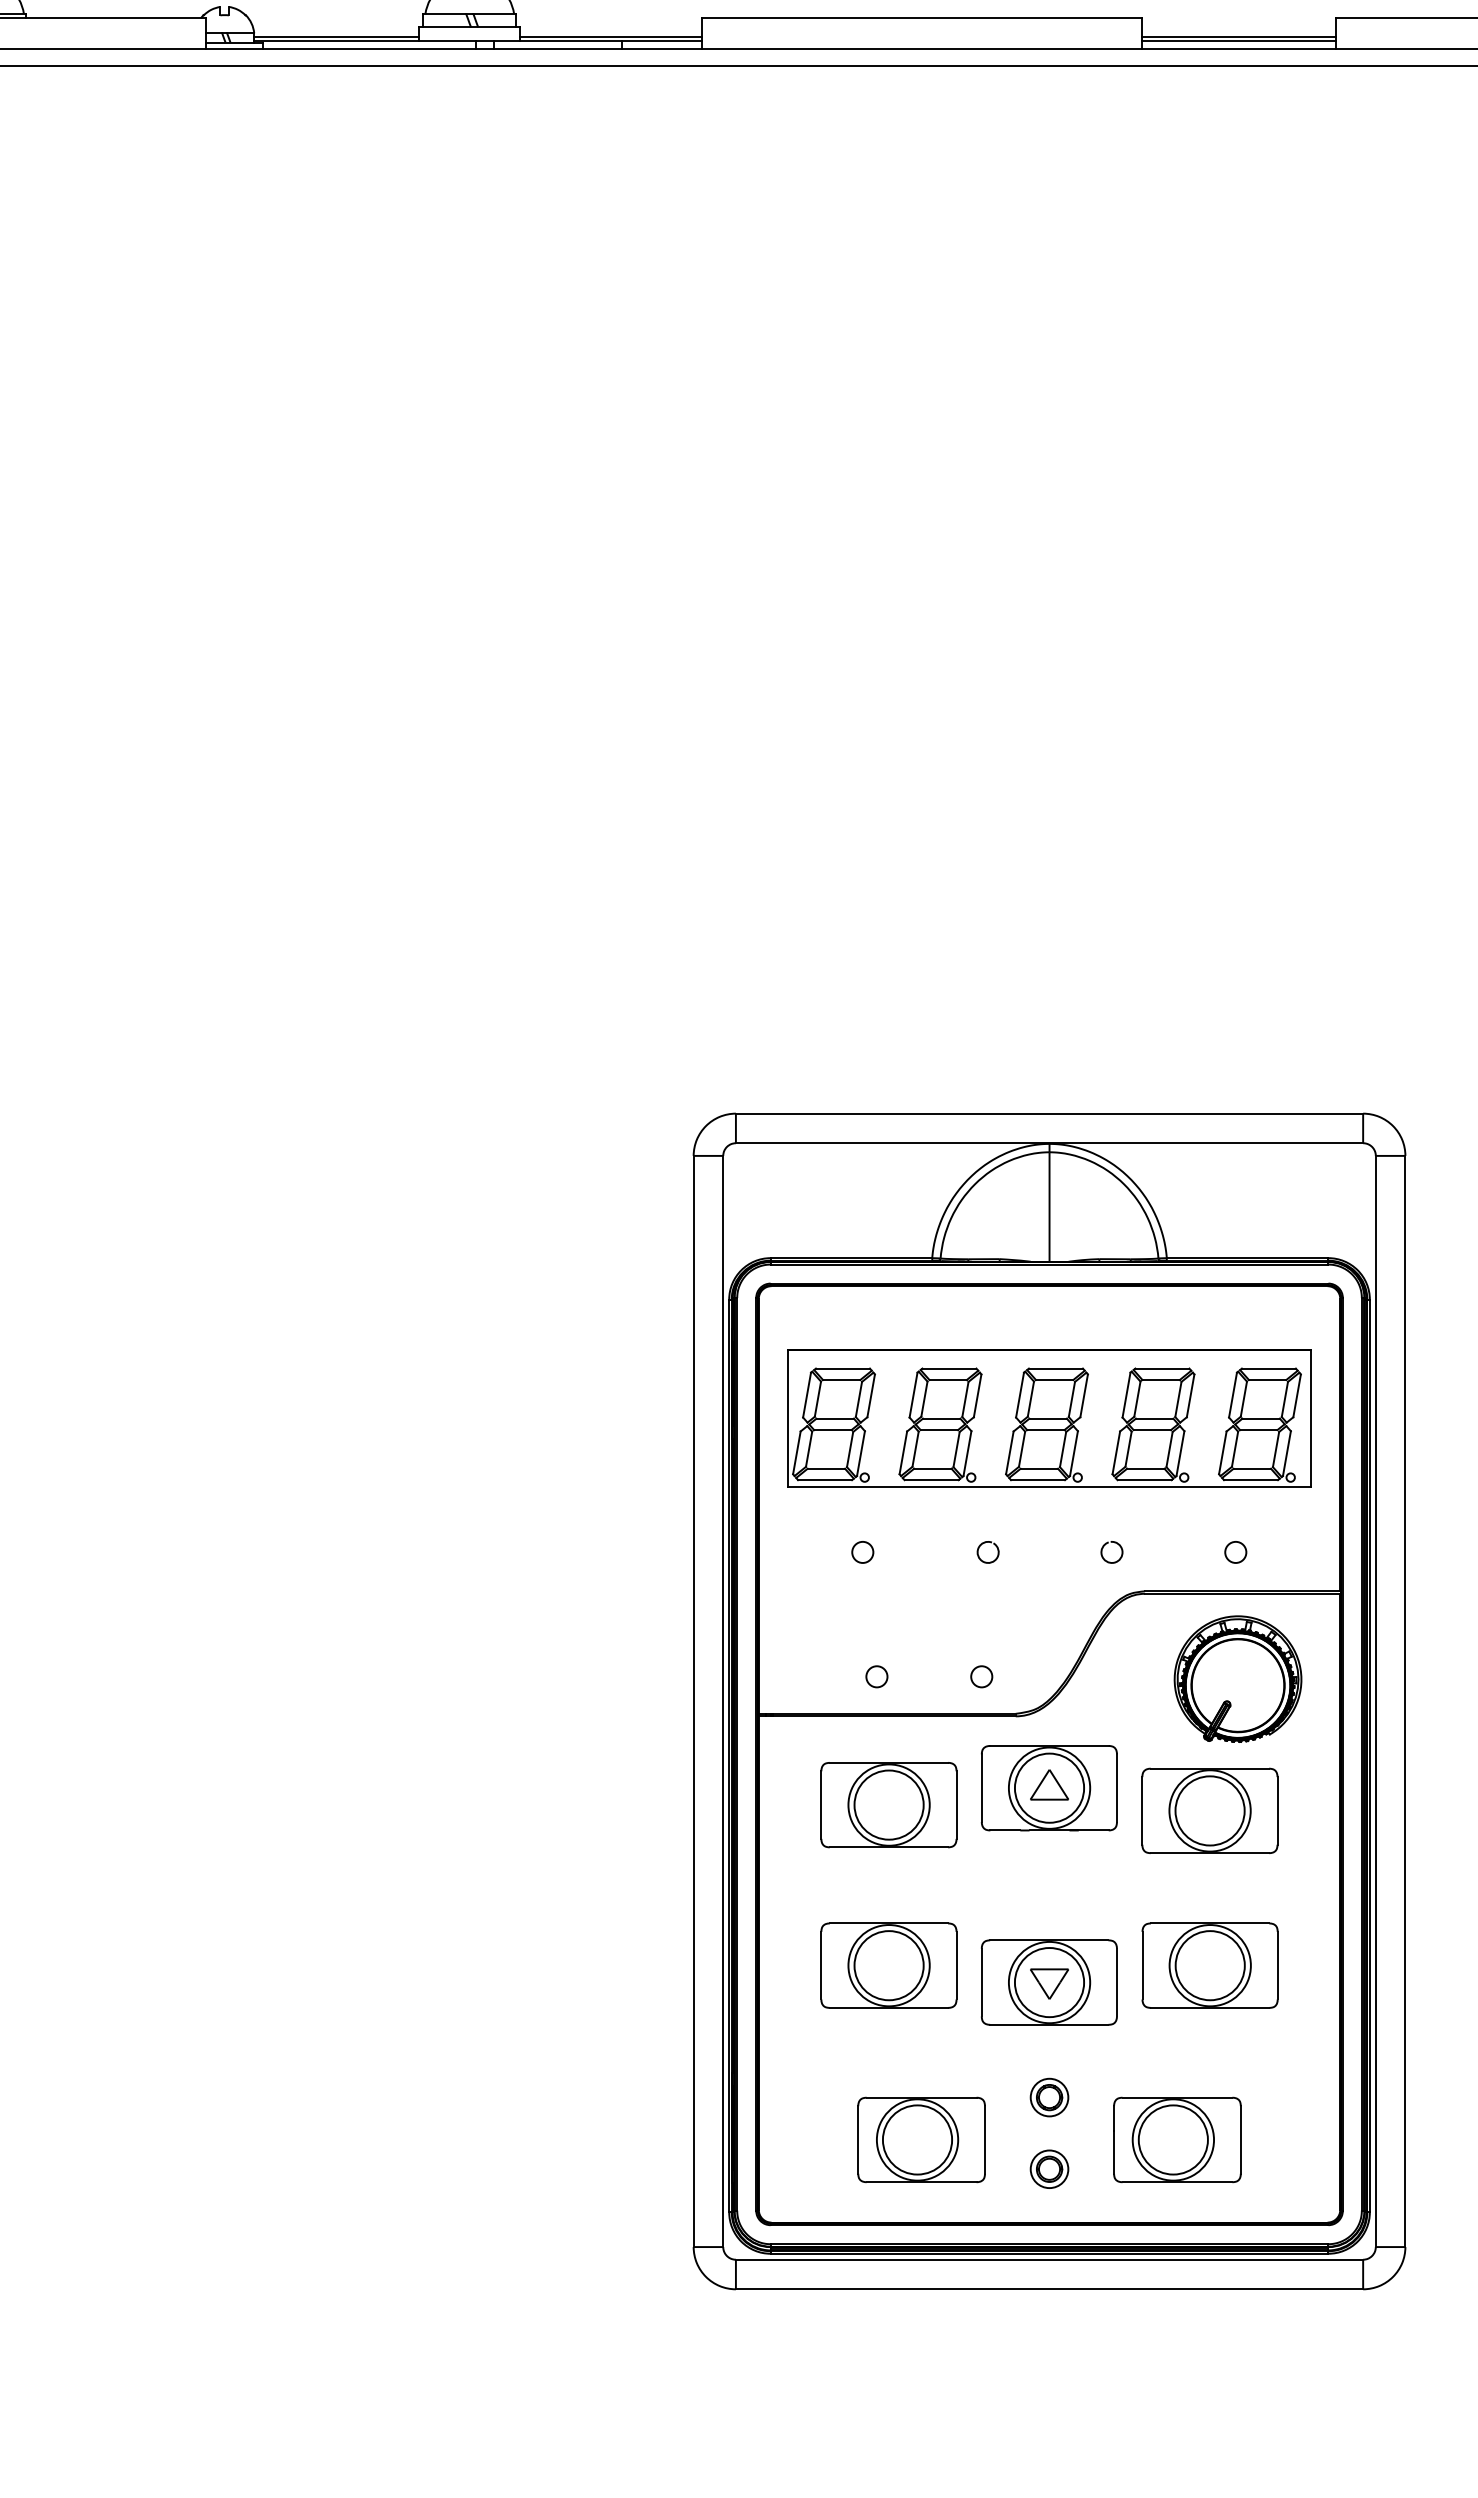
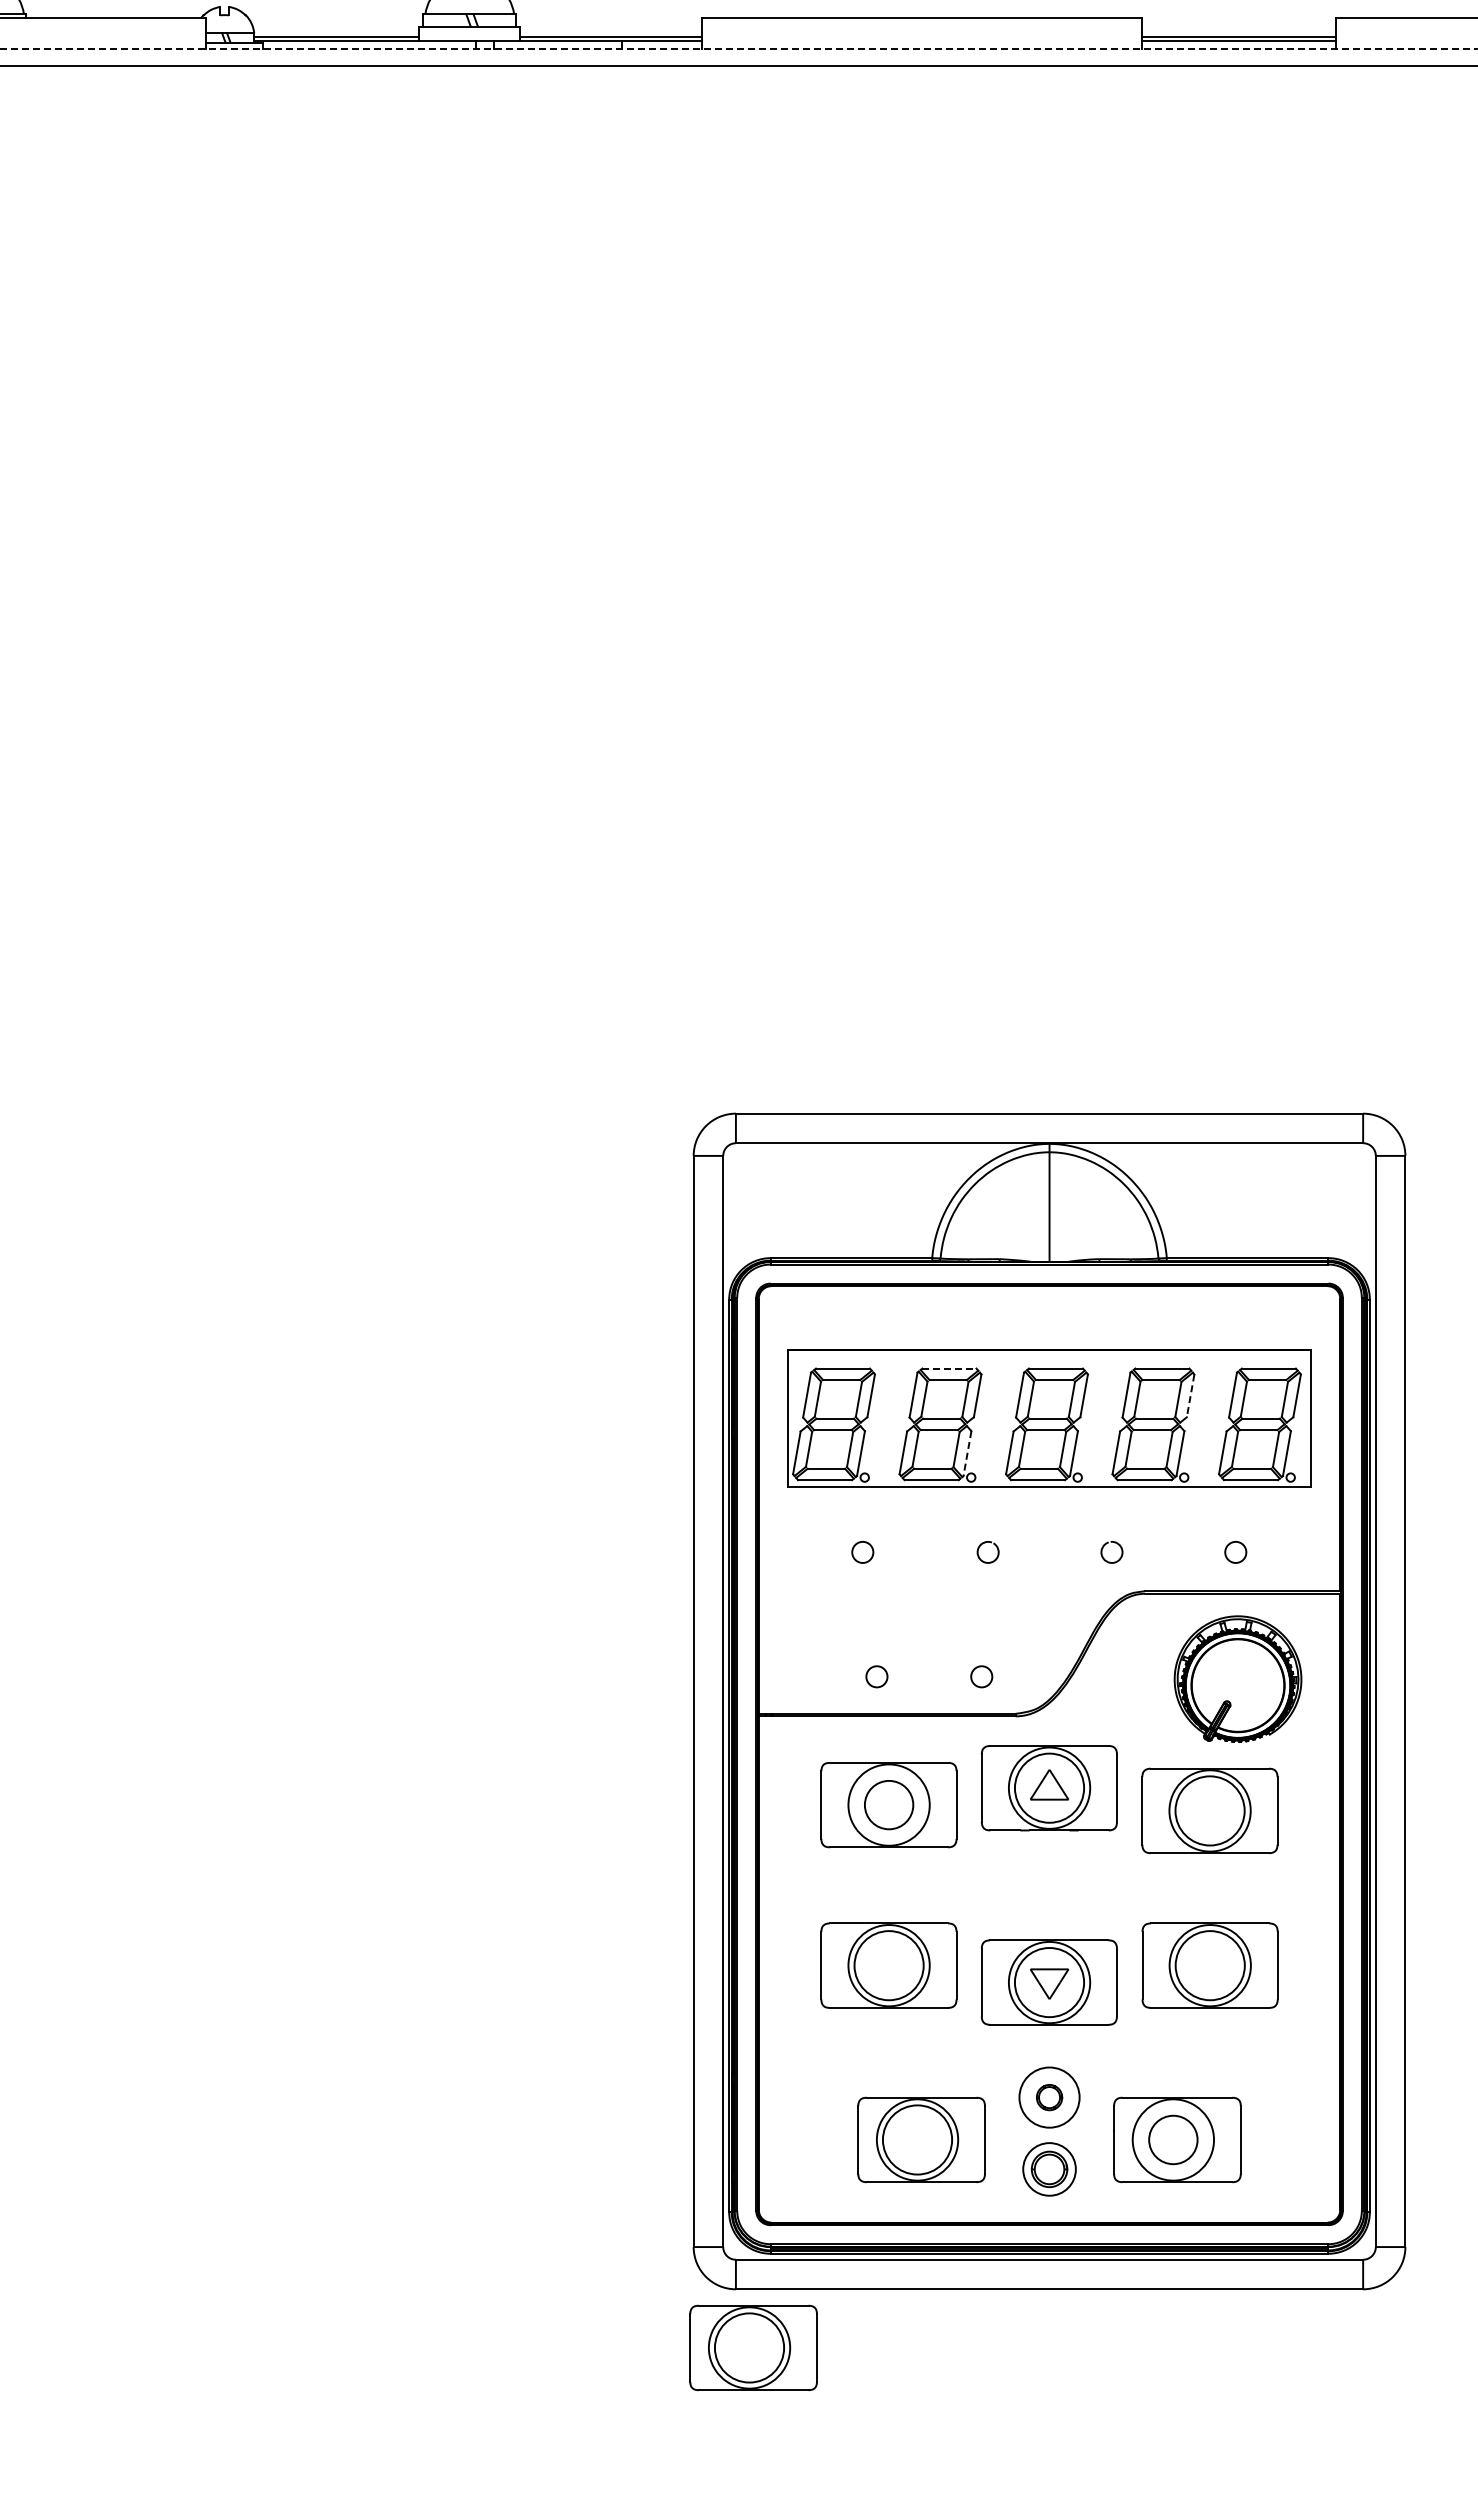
line at (739, 49): solid -> dashed
line at (949, 1368): solid -> dashed
line at (1190, 1395): solid -> dashed
line at (967, 1453): solid -> dashed
circle at (888, 1804) diameter: 69 px -> 48 px
circle at (1049, 2097) diameter: 38 px -> 60 px
circle at (1172, 2139) diameter: 69 px -> 48 px
part at (1049, 2168) size: 41x40 px -> 55x55 px
part at (753, 2347): none -> present
